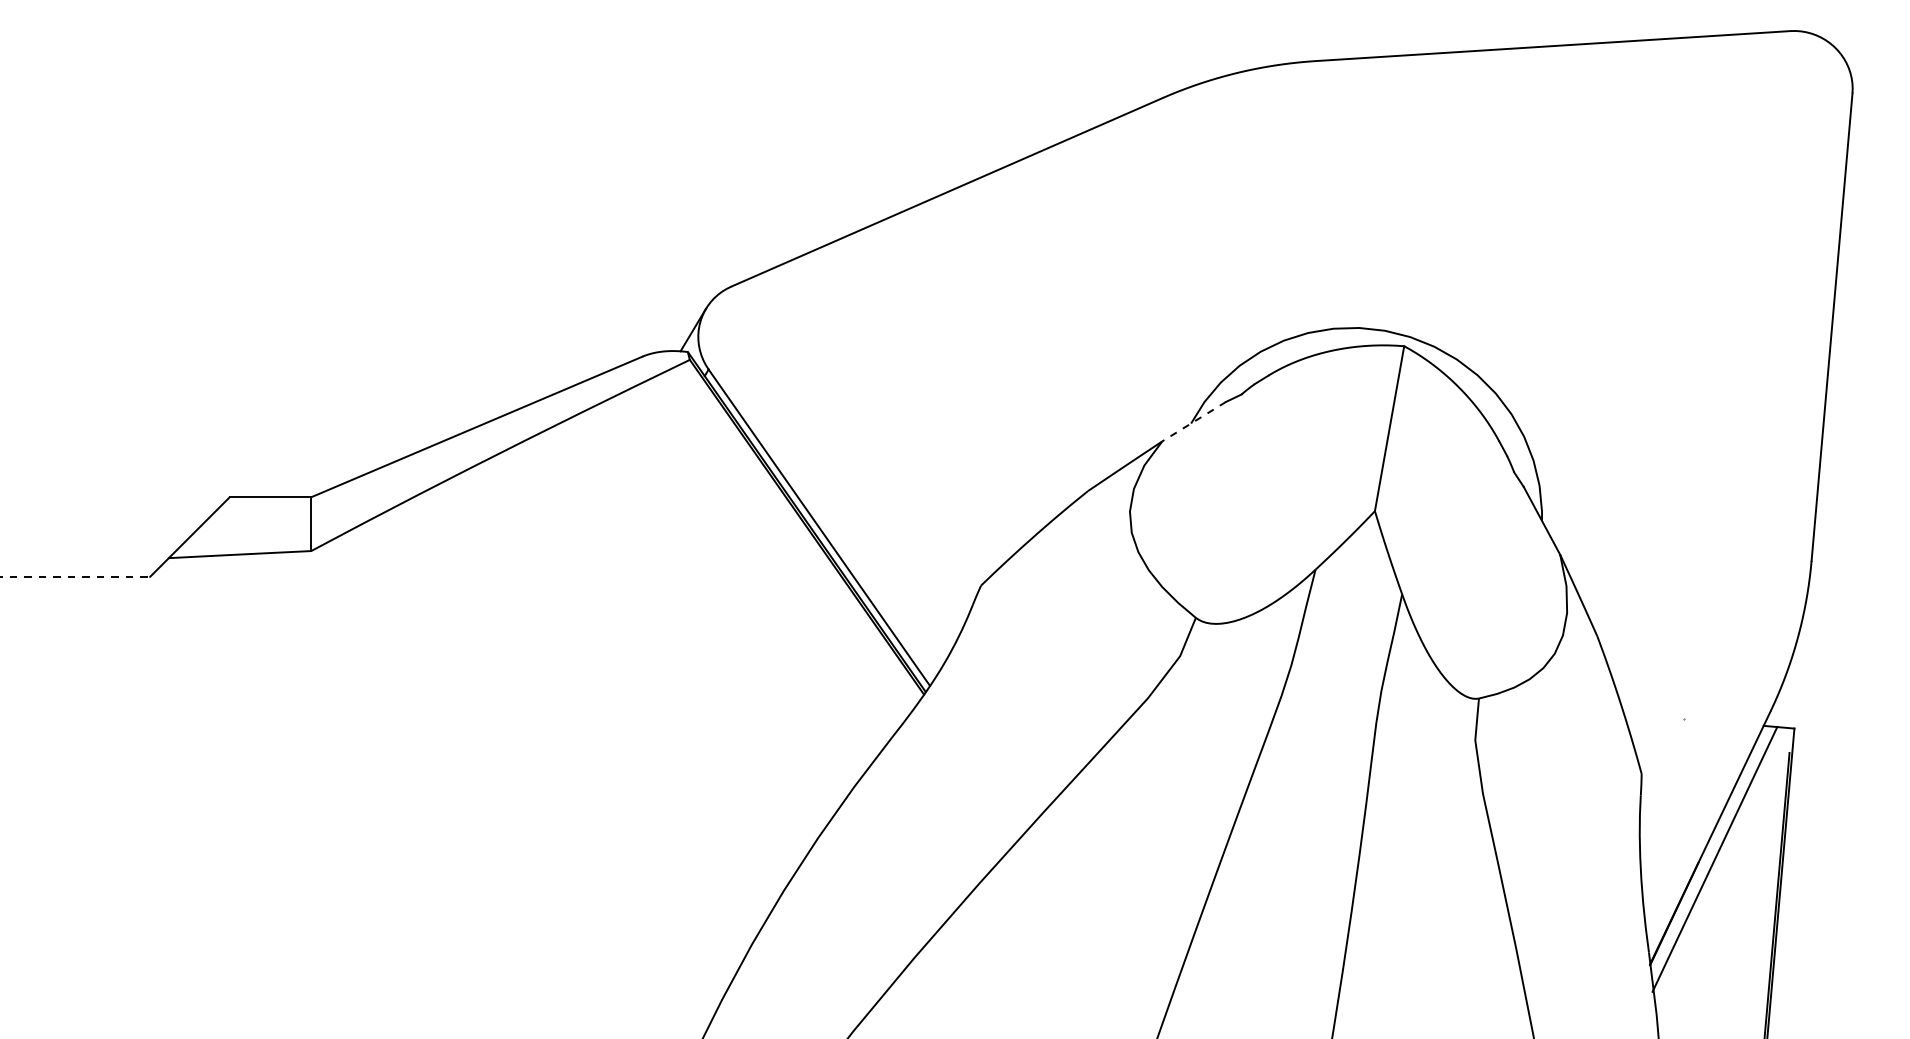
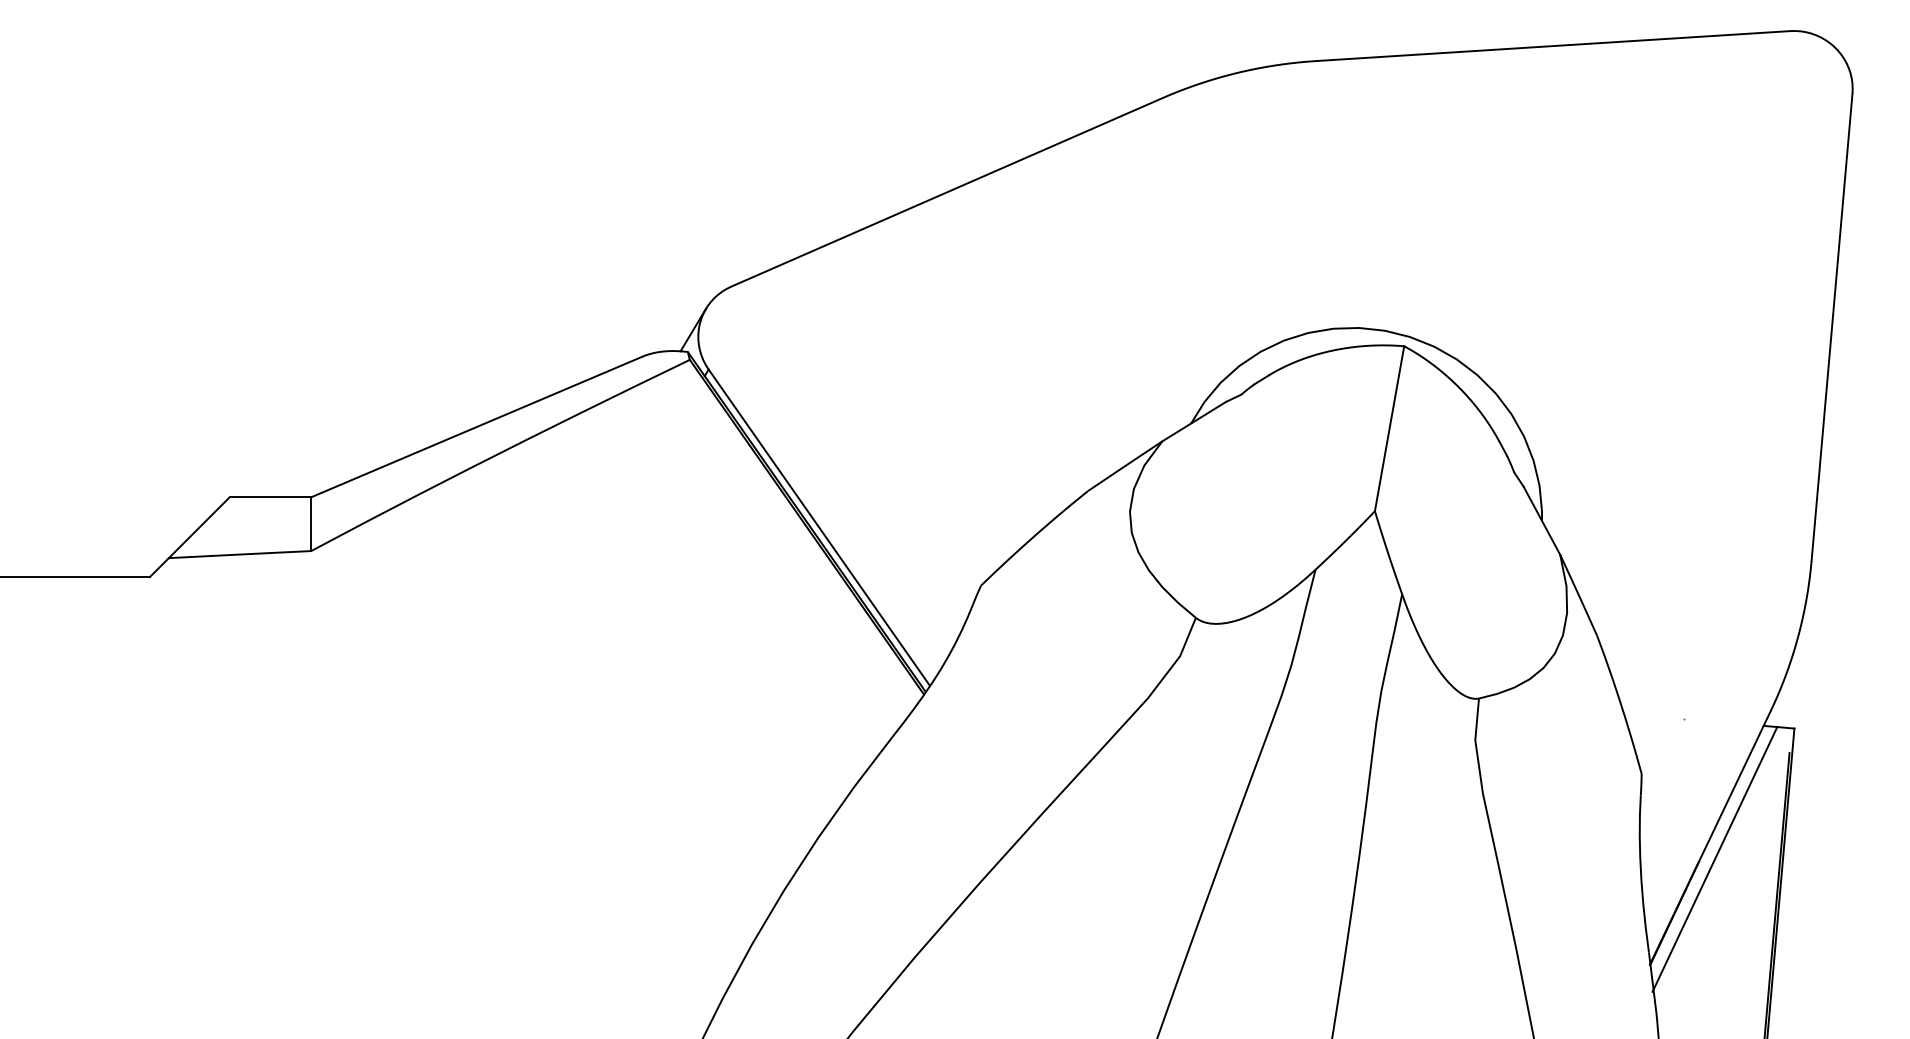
line at (1193, 421): dashed -> solid
line at (75, 576): dashed -> solid
